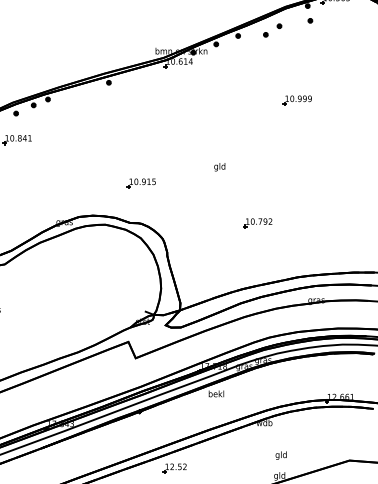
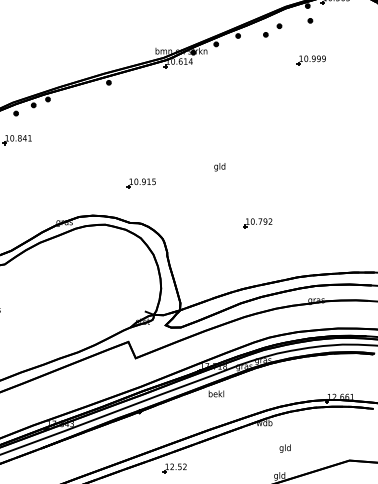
part at (296, 100) position: (296, 100) -> (310, 60)
text at (280, 455) position: (280, 455) -> (284, 448)
